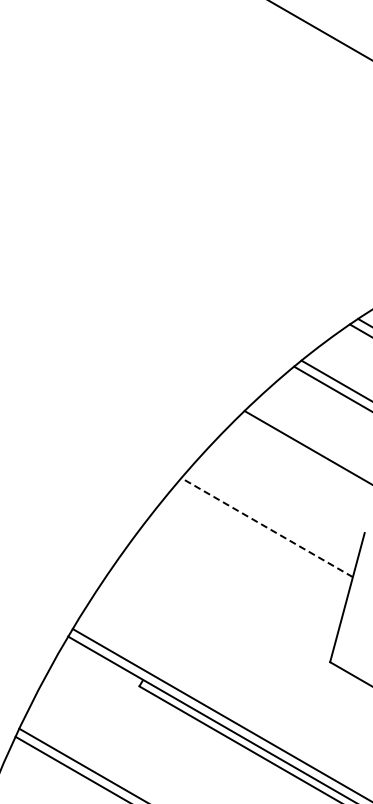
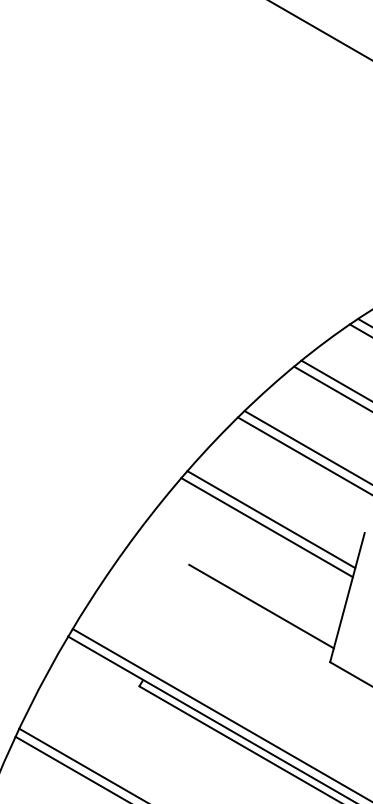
line at (303, 455): none -> present
line at (271, 519): none -> present
line at (266, 527): dashed -> solid
line at (261, 606): none -> present
